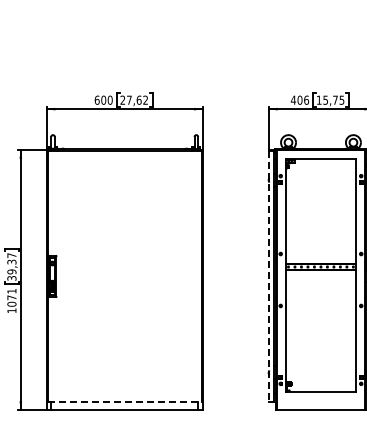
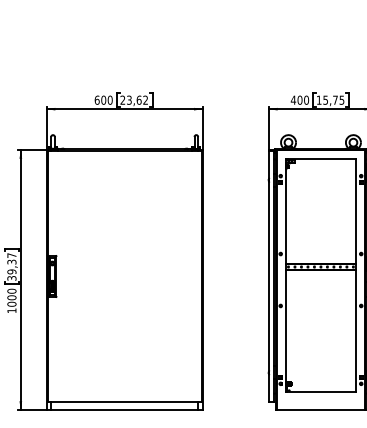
text at (129, 99): 27,62 -> 23,62
text at (306, 99): 406 -> 400
line at (269, 276): dashed -> solid
text at (11, 294): 1071 -> 1000
line at (125, 402): dashed -> solid
